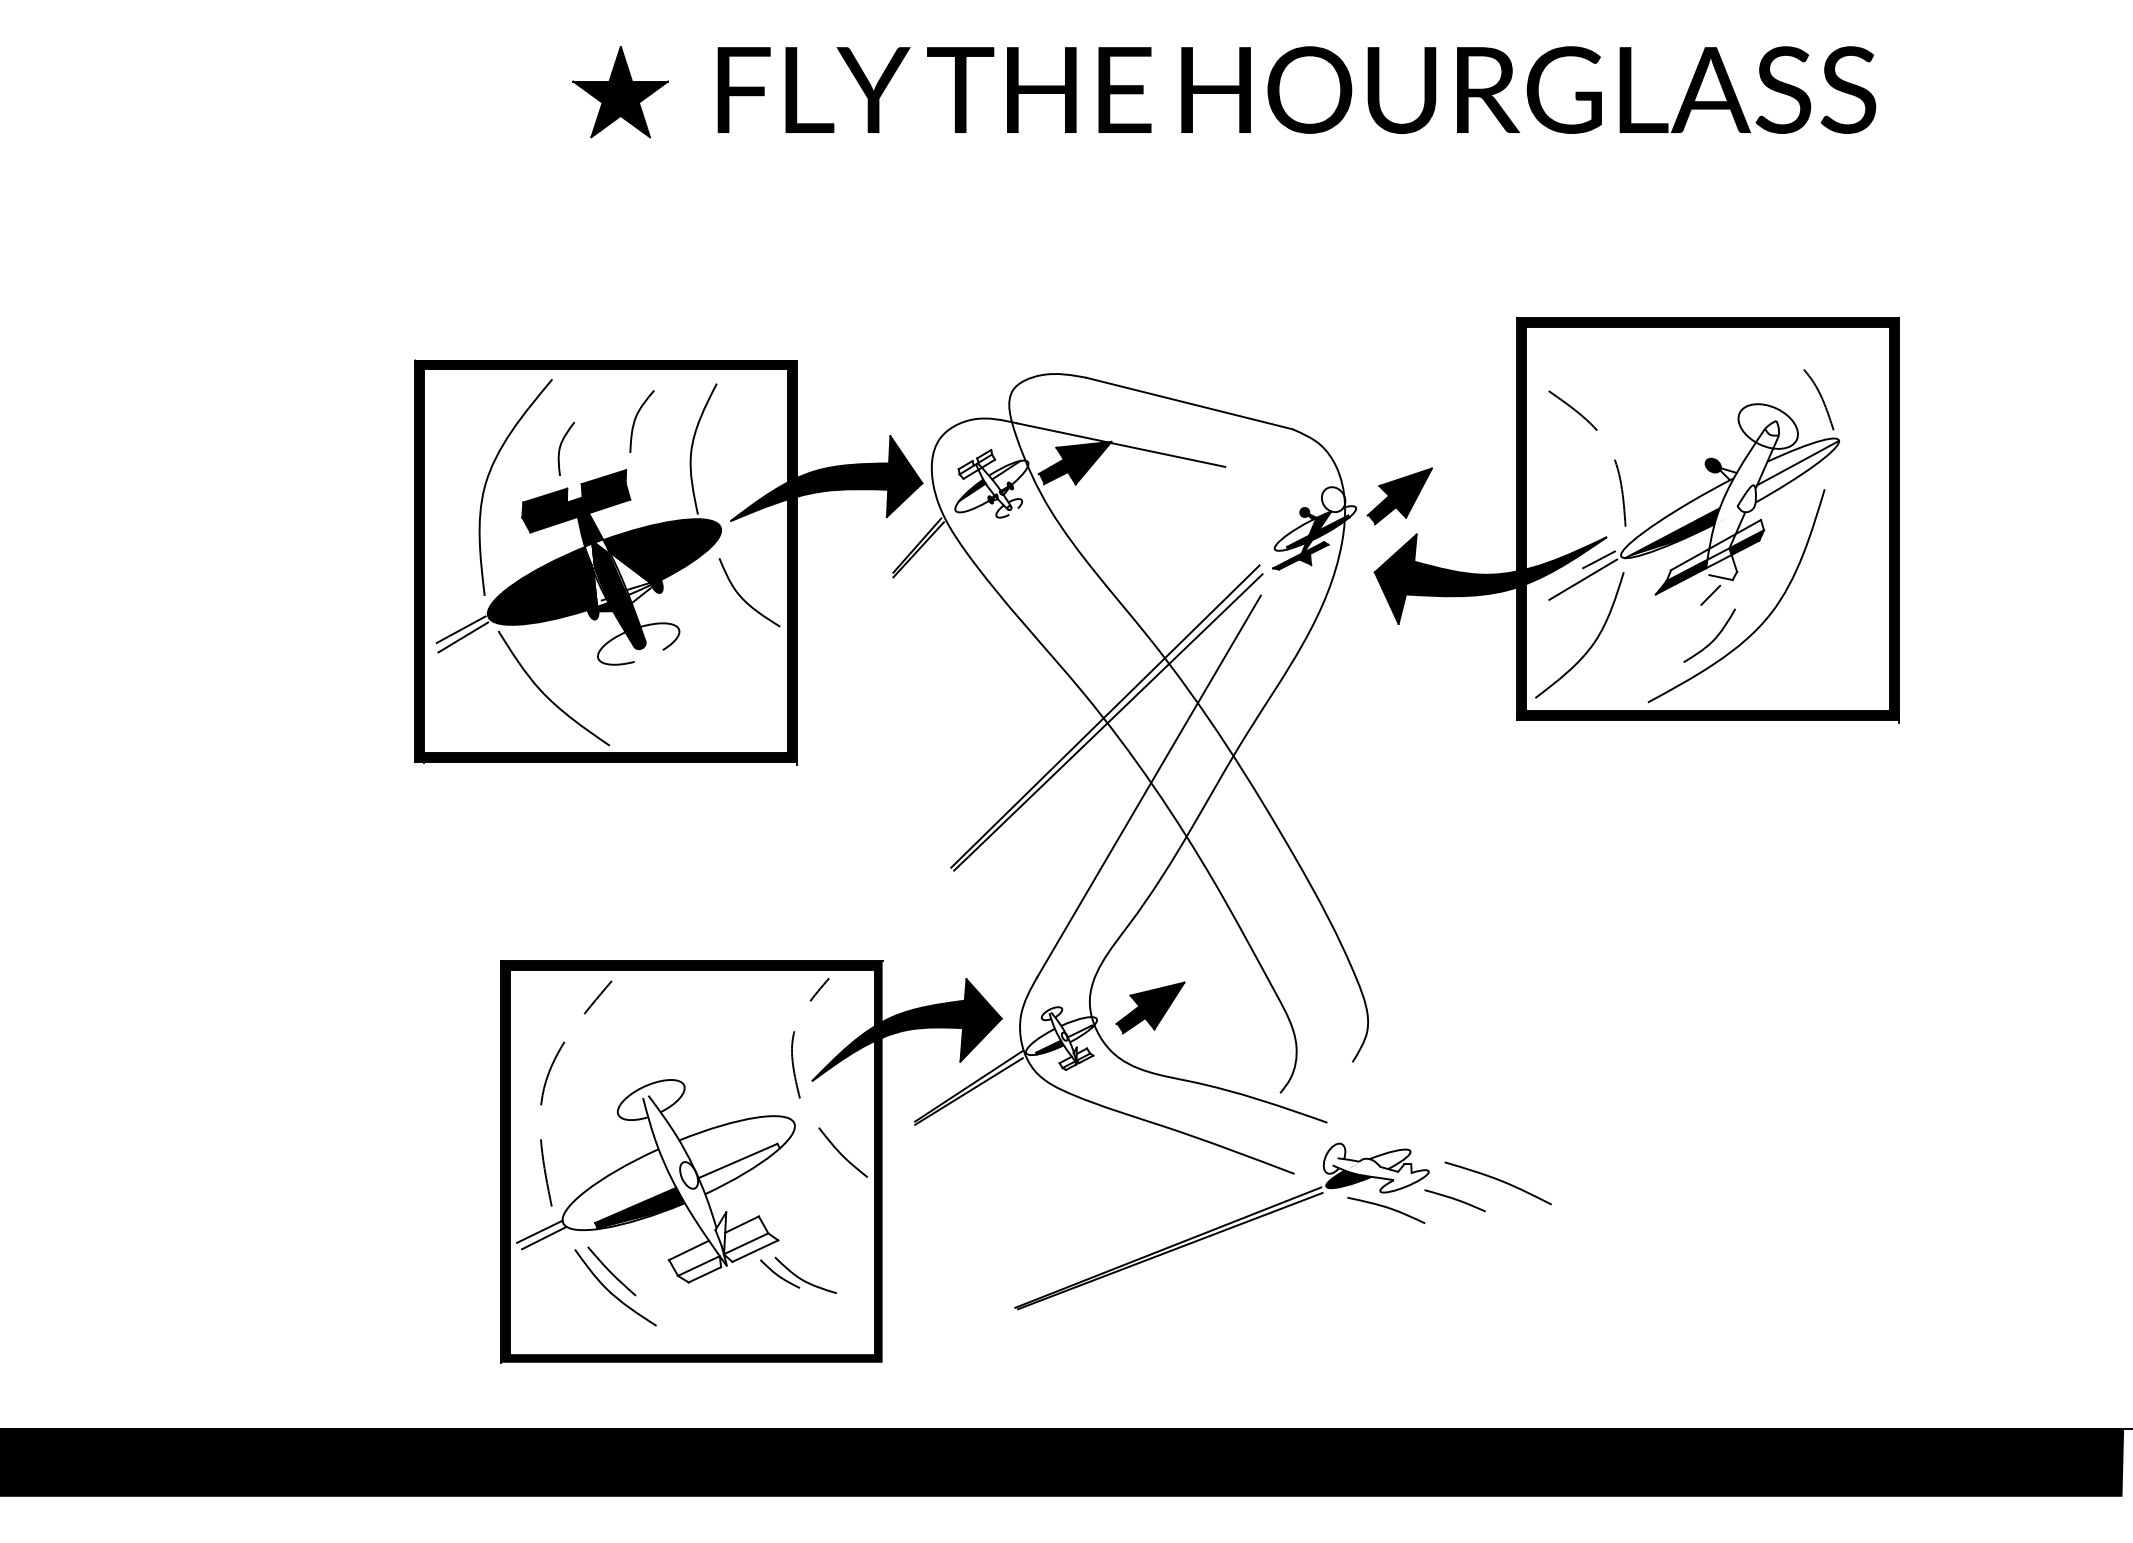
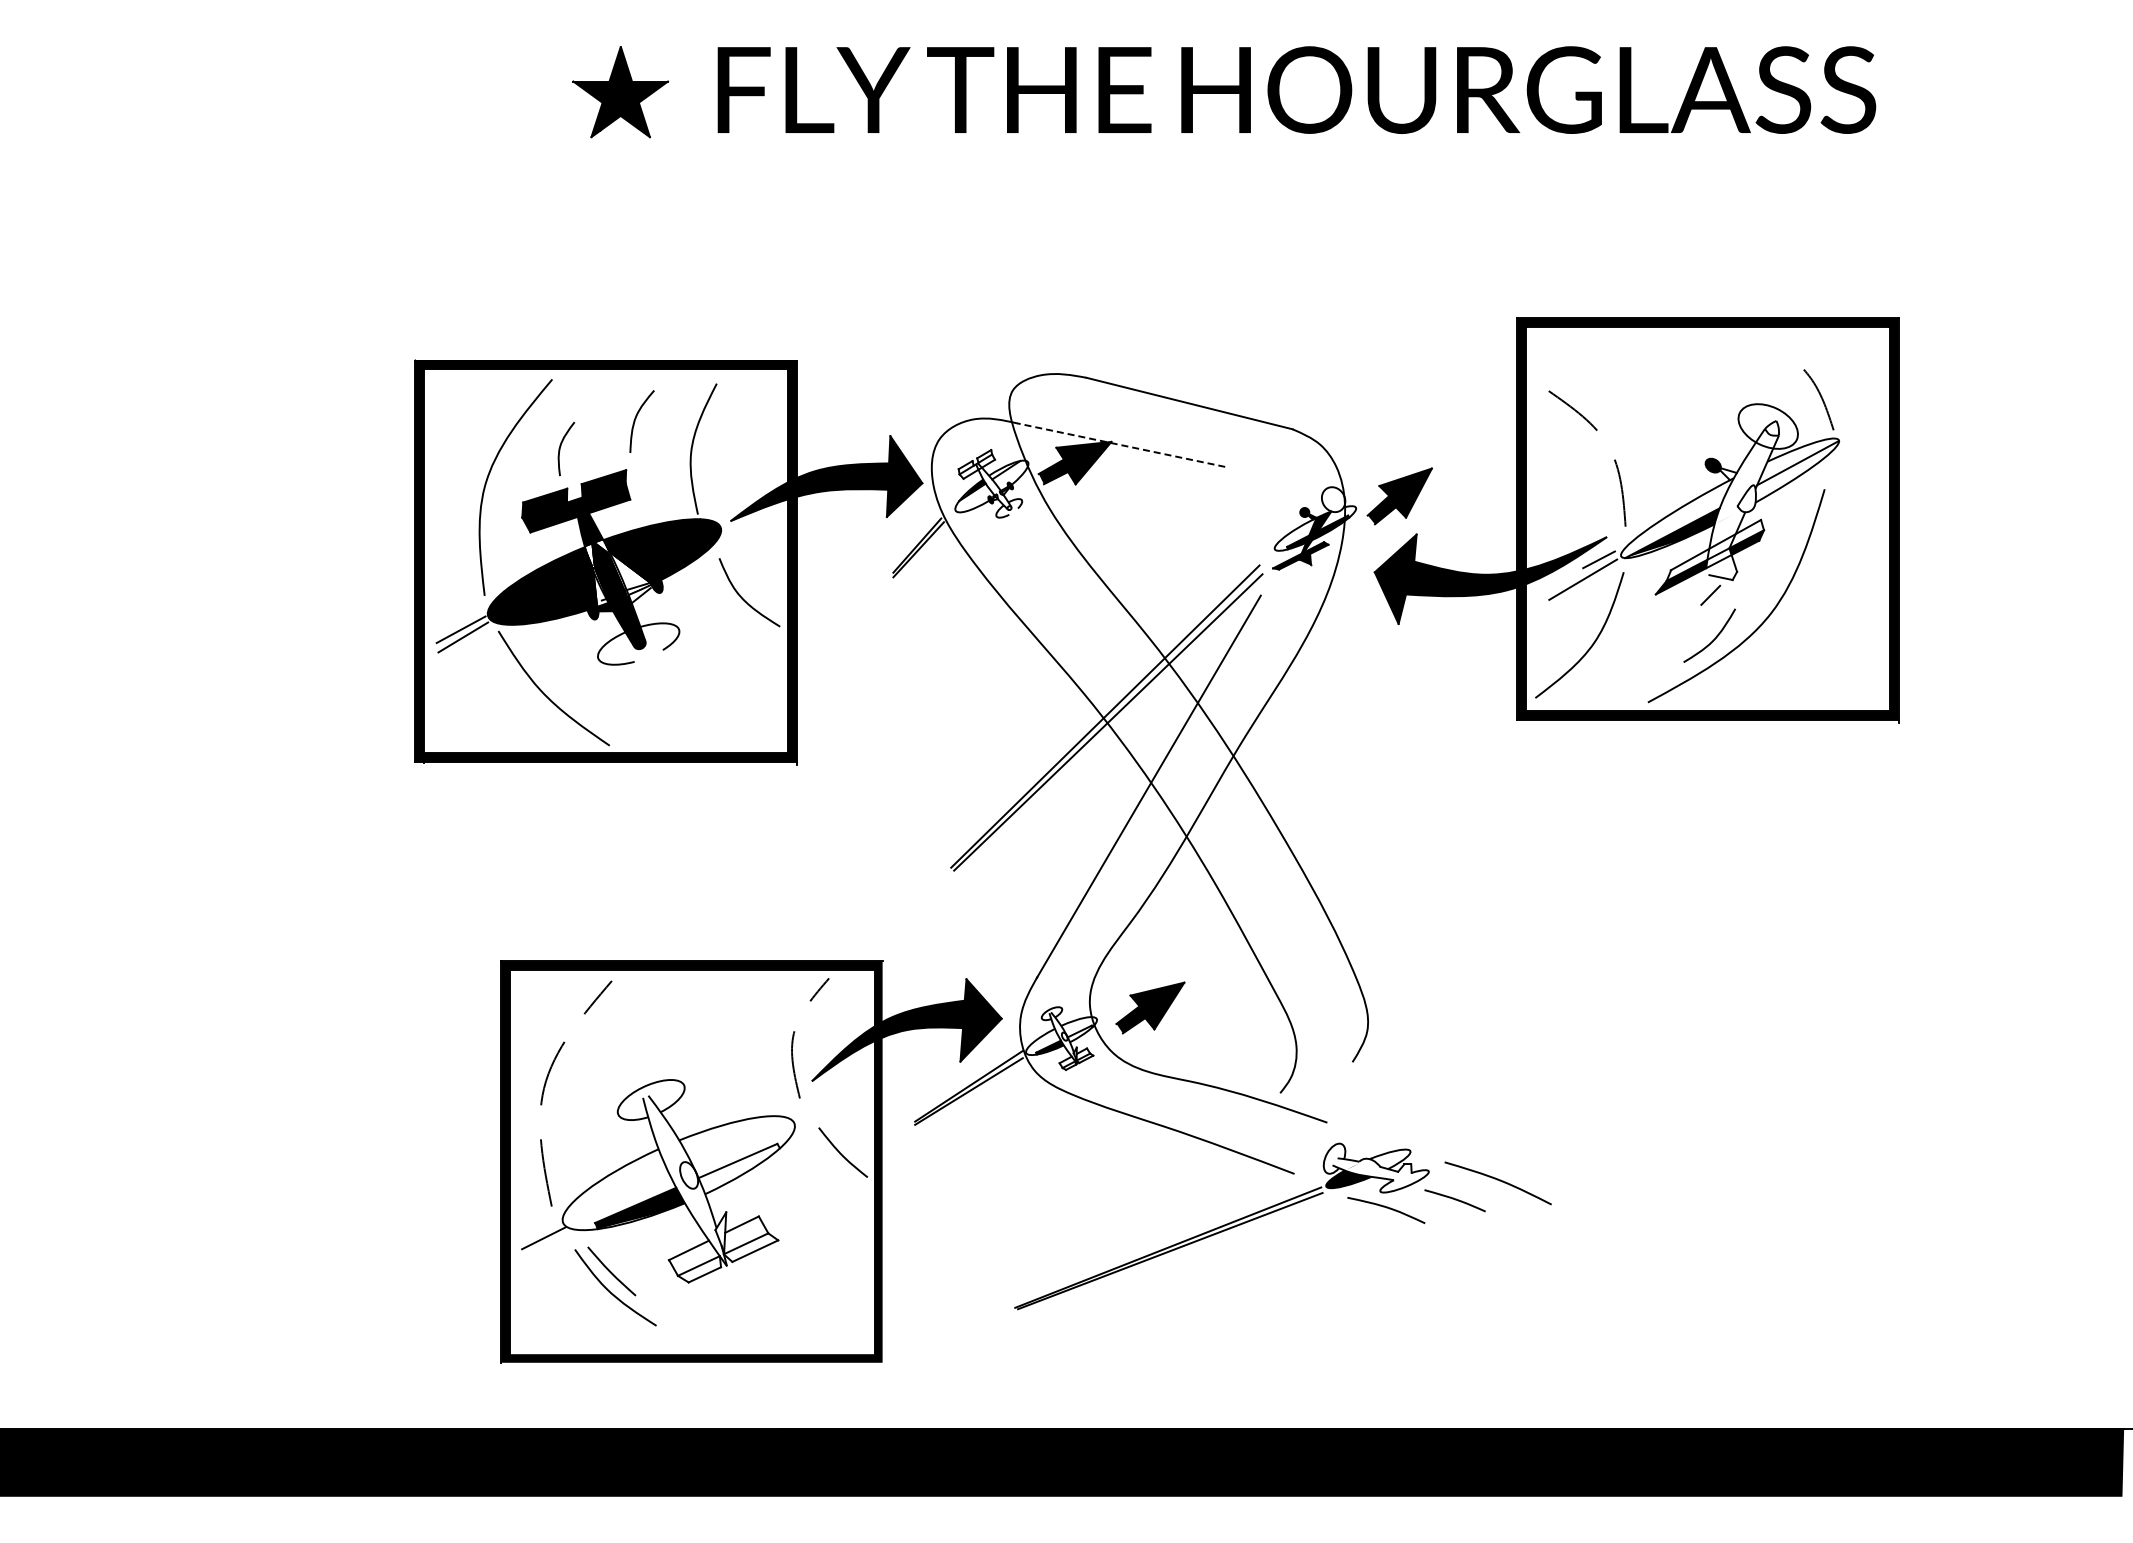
line at (1120, 445): solid -> dashed
line at (539, 1231): present -> none
part at (798, 1274): present -> none
